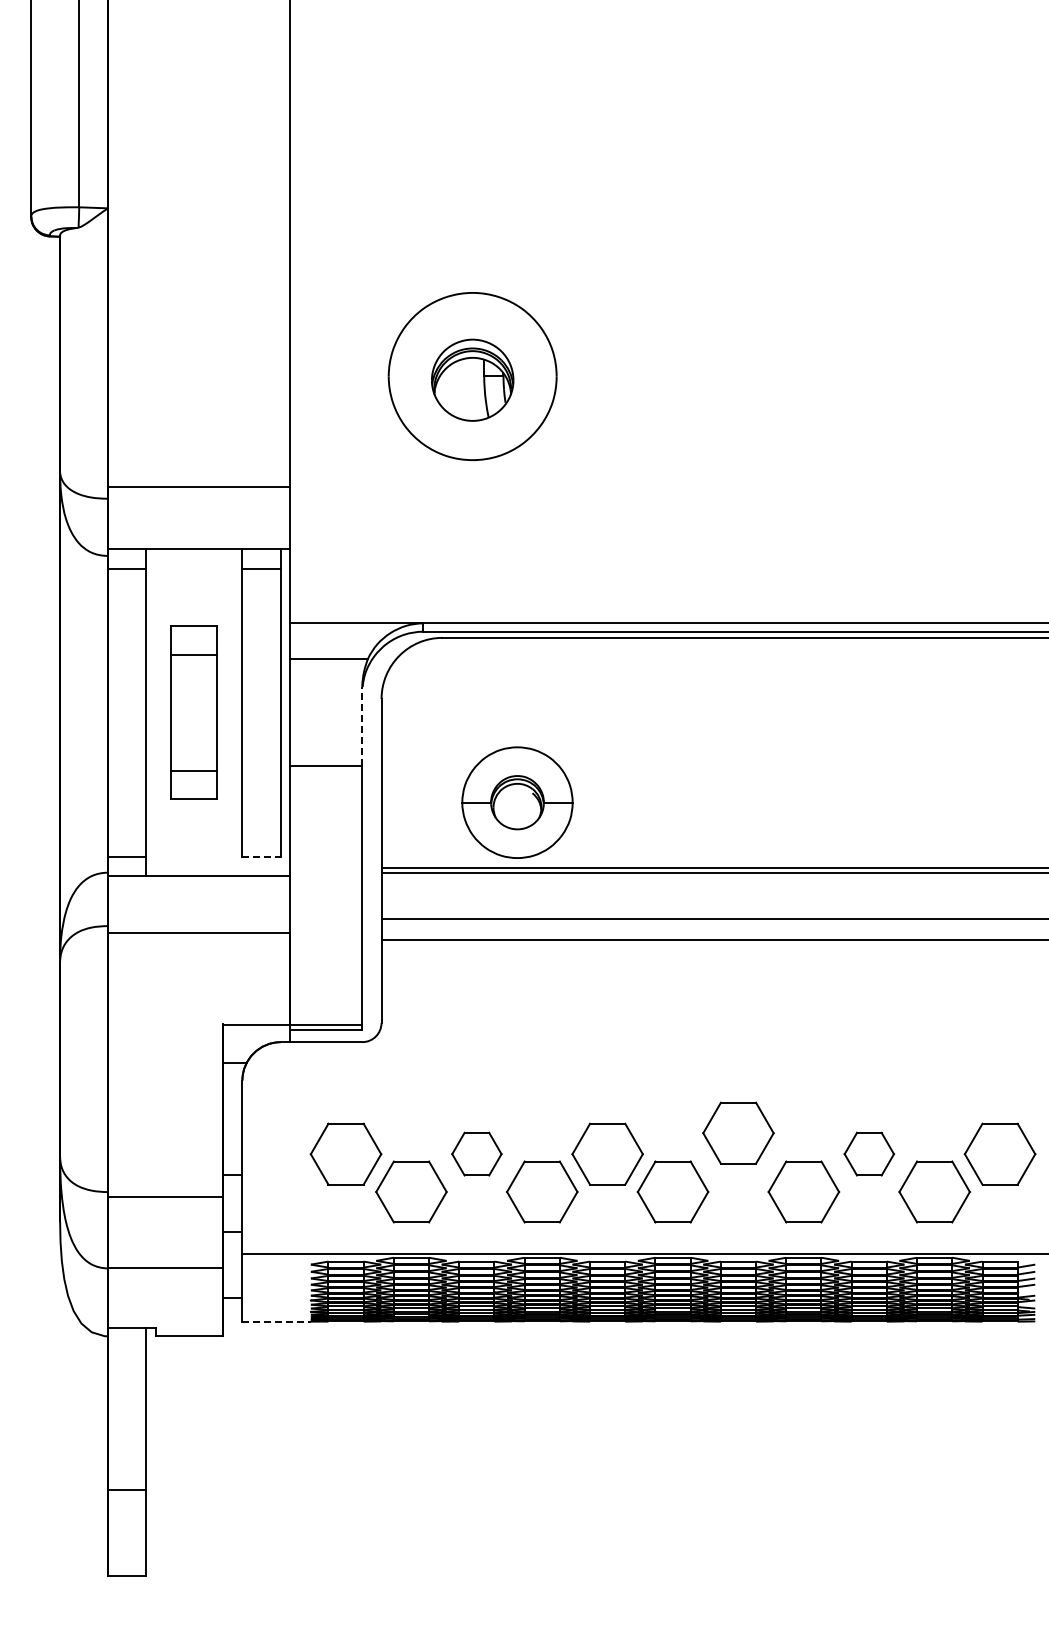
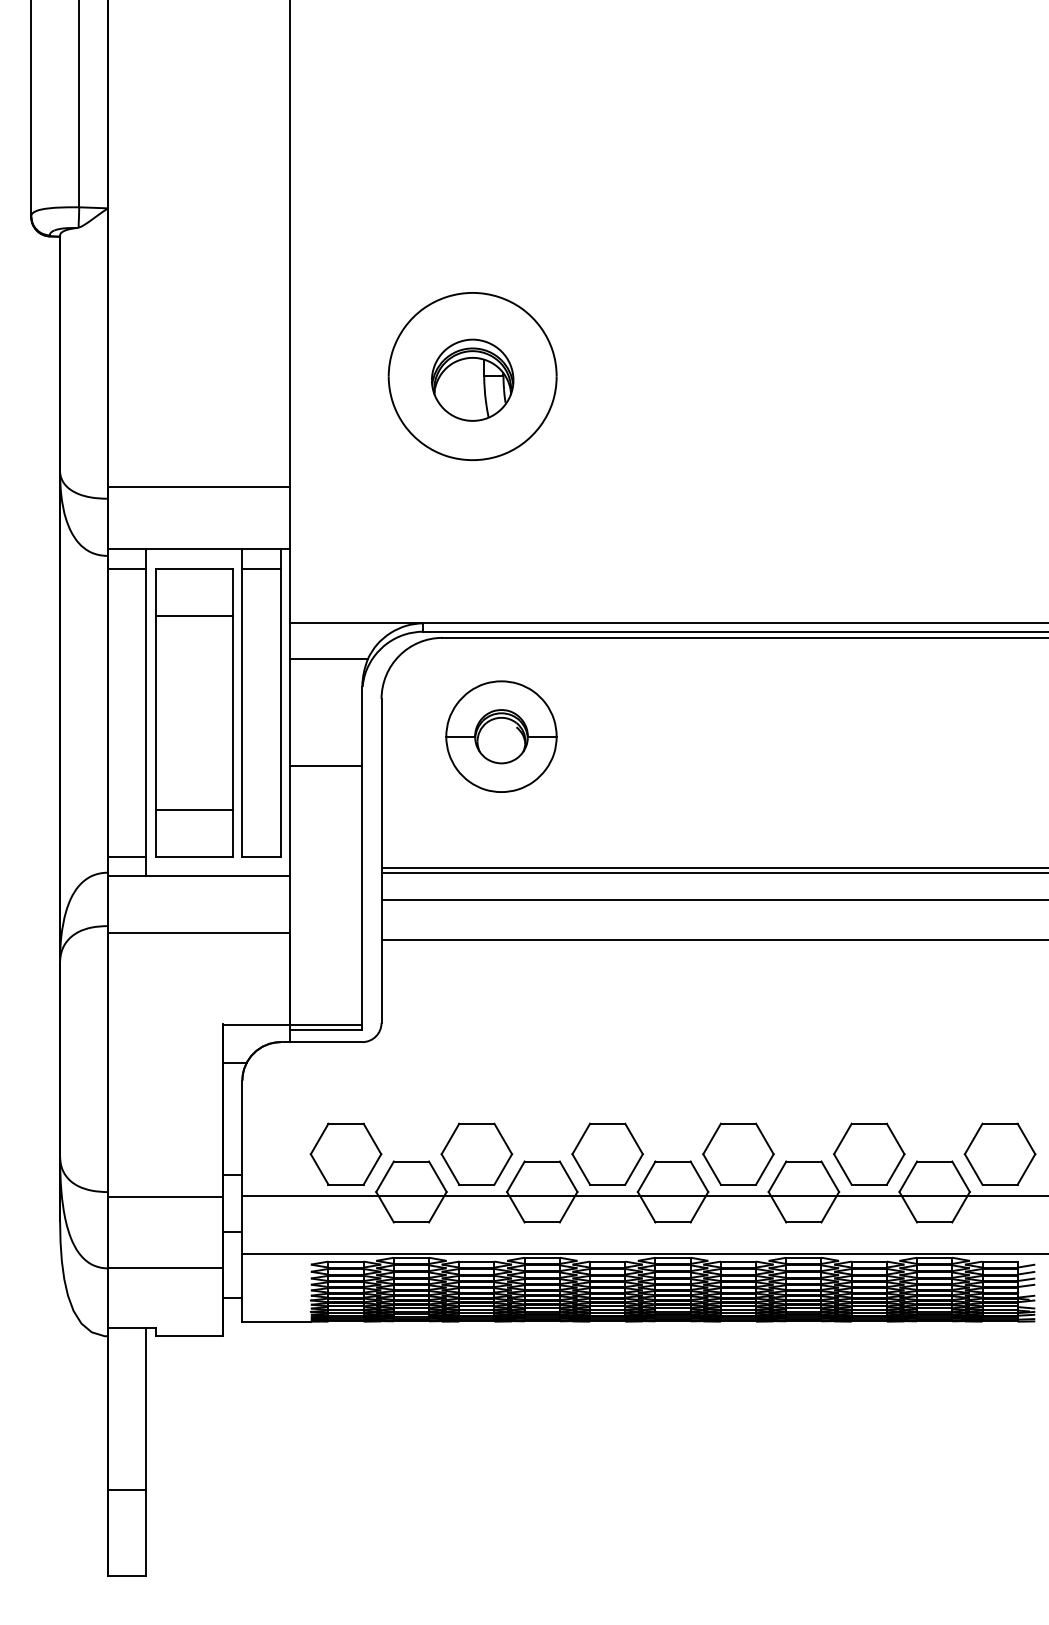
part at (193, 712) size: 48x175 px -> 79x290 px
line at (362, 726): dashed -> solid
part at (517, 802) position: (517, 802) -> (501, 736)
line at (262, 856): dashed -> solid
line at (713, 918) position: (713, 918) -> (713, 899)
part at (738, 1132) position: (738, 1132) -> (738, 1153)
part at (476, 1153) size: 52x46 px -> 74x64 px
part at (869, 1153) size: 53x46 px -> 73x64 px
line at (643, 1196): none -> present
line at (277, 1321): dashed -> solid
